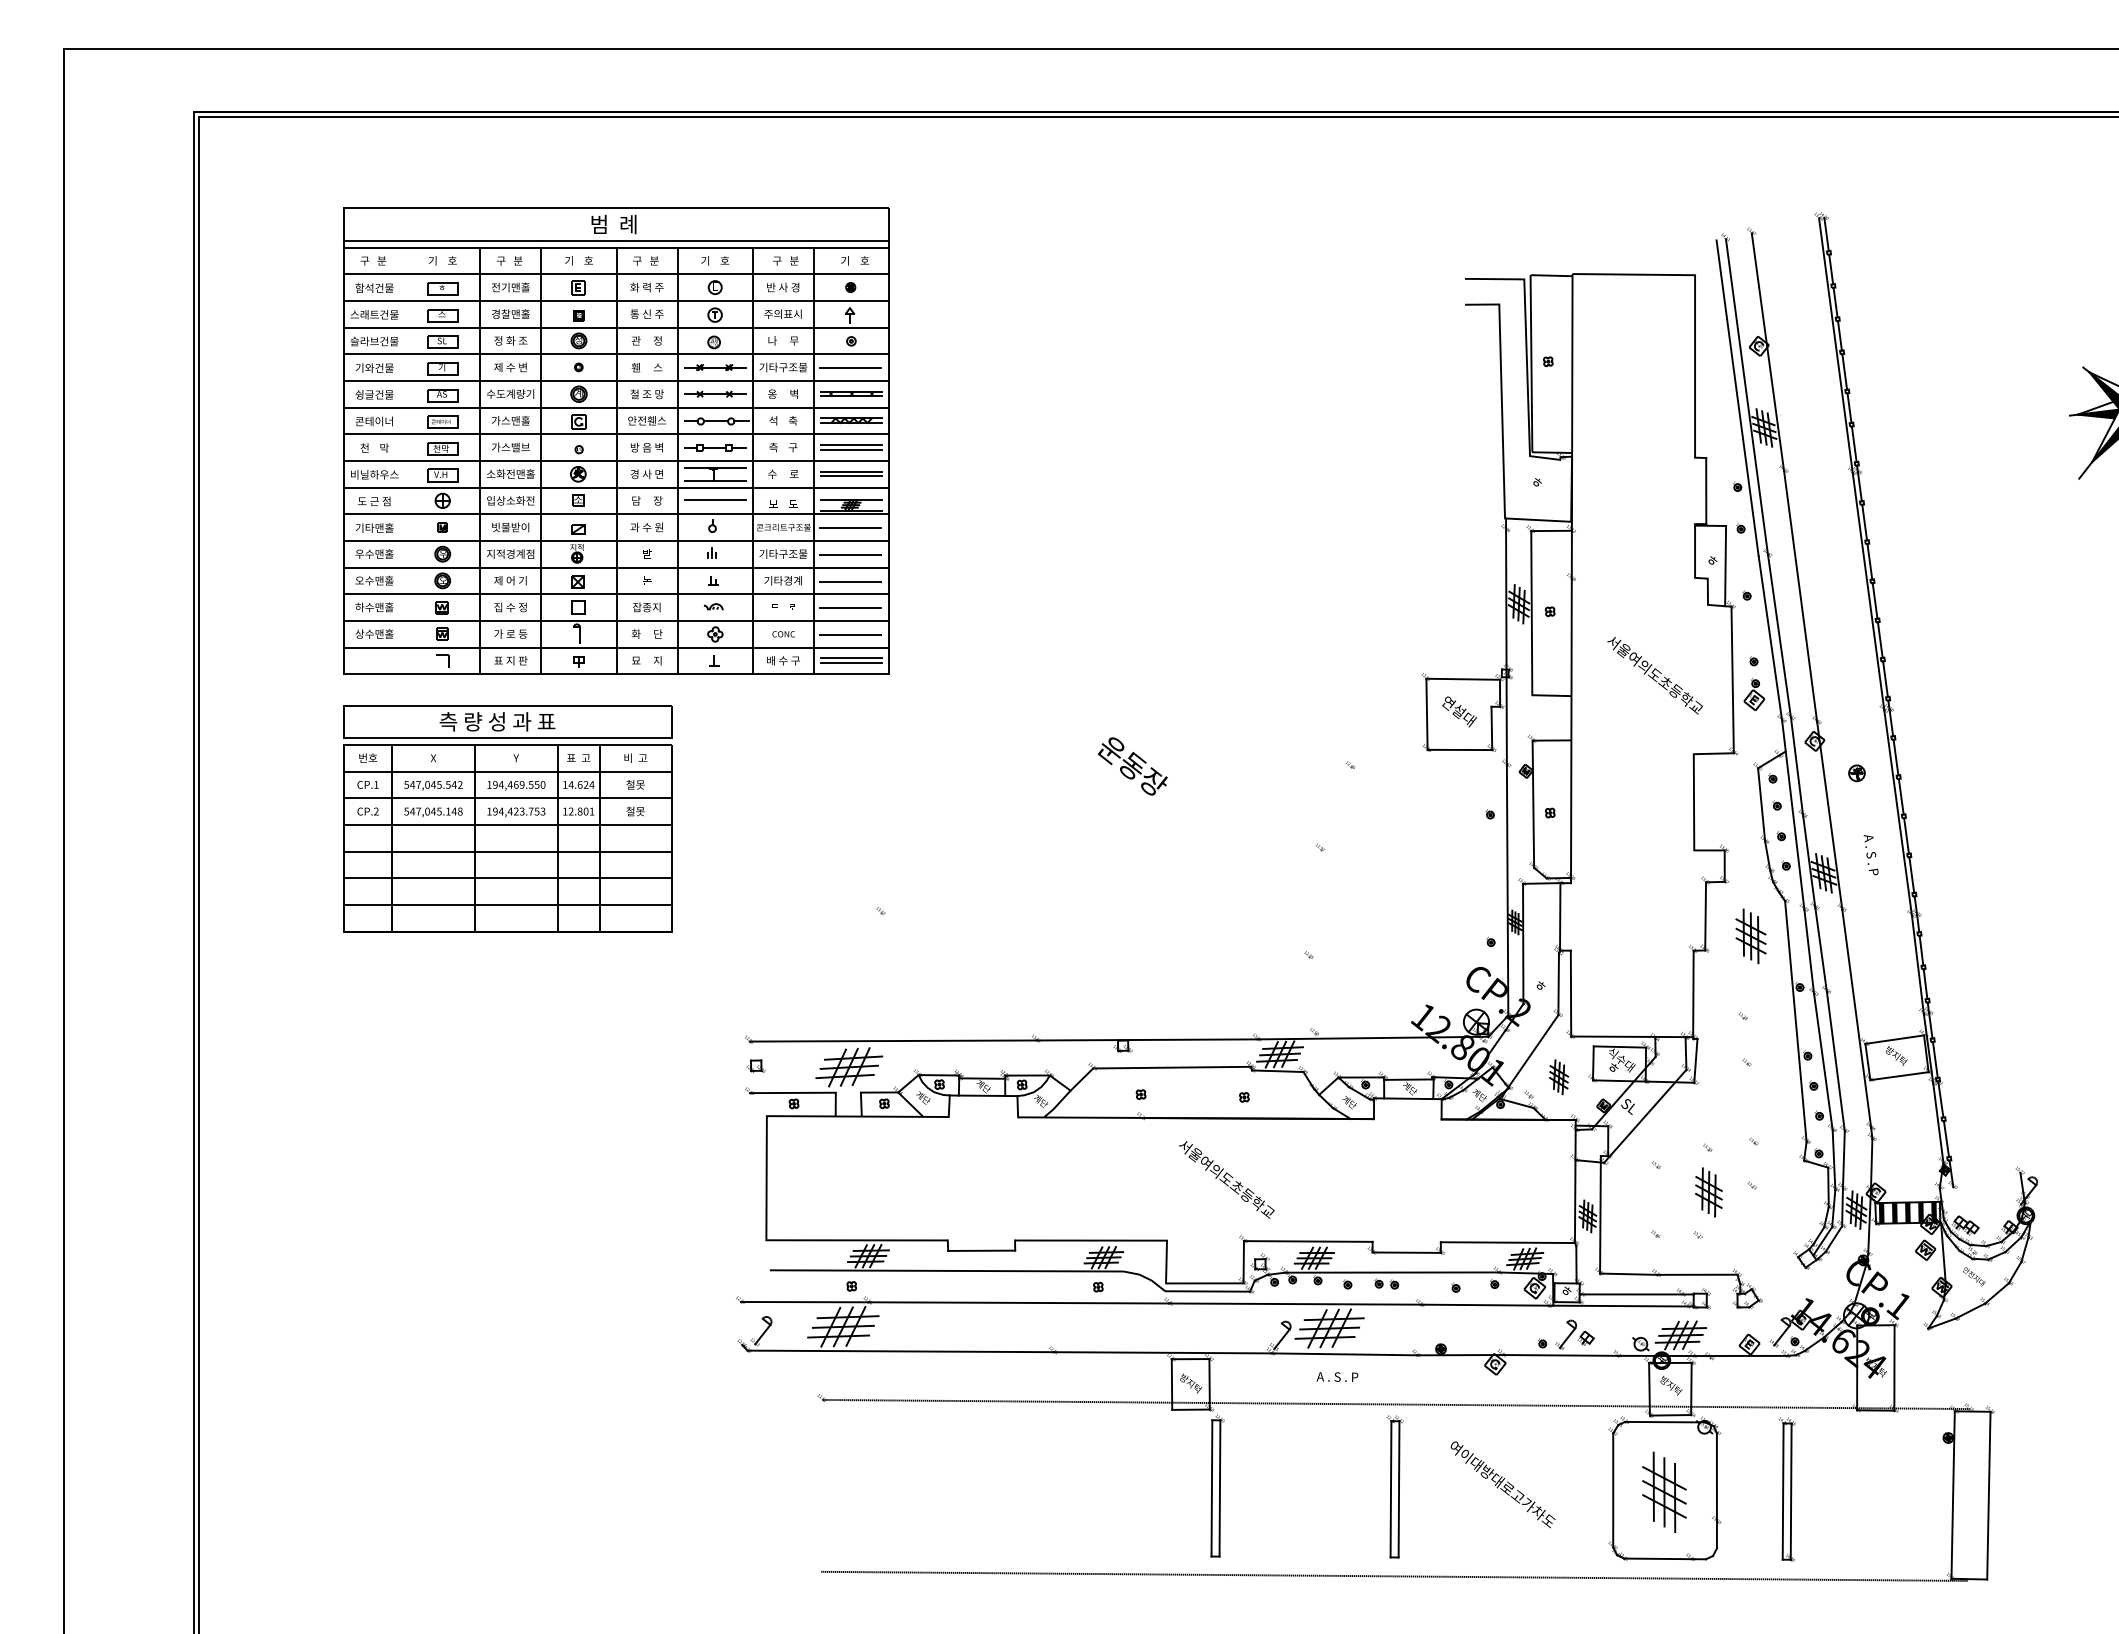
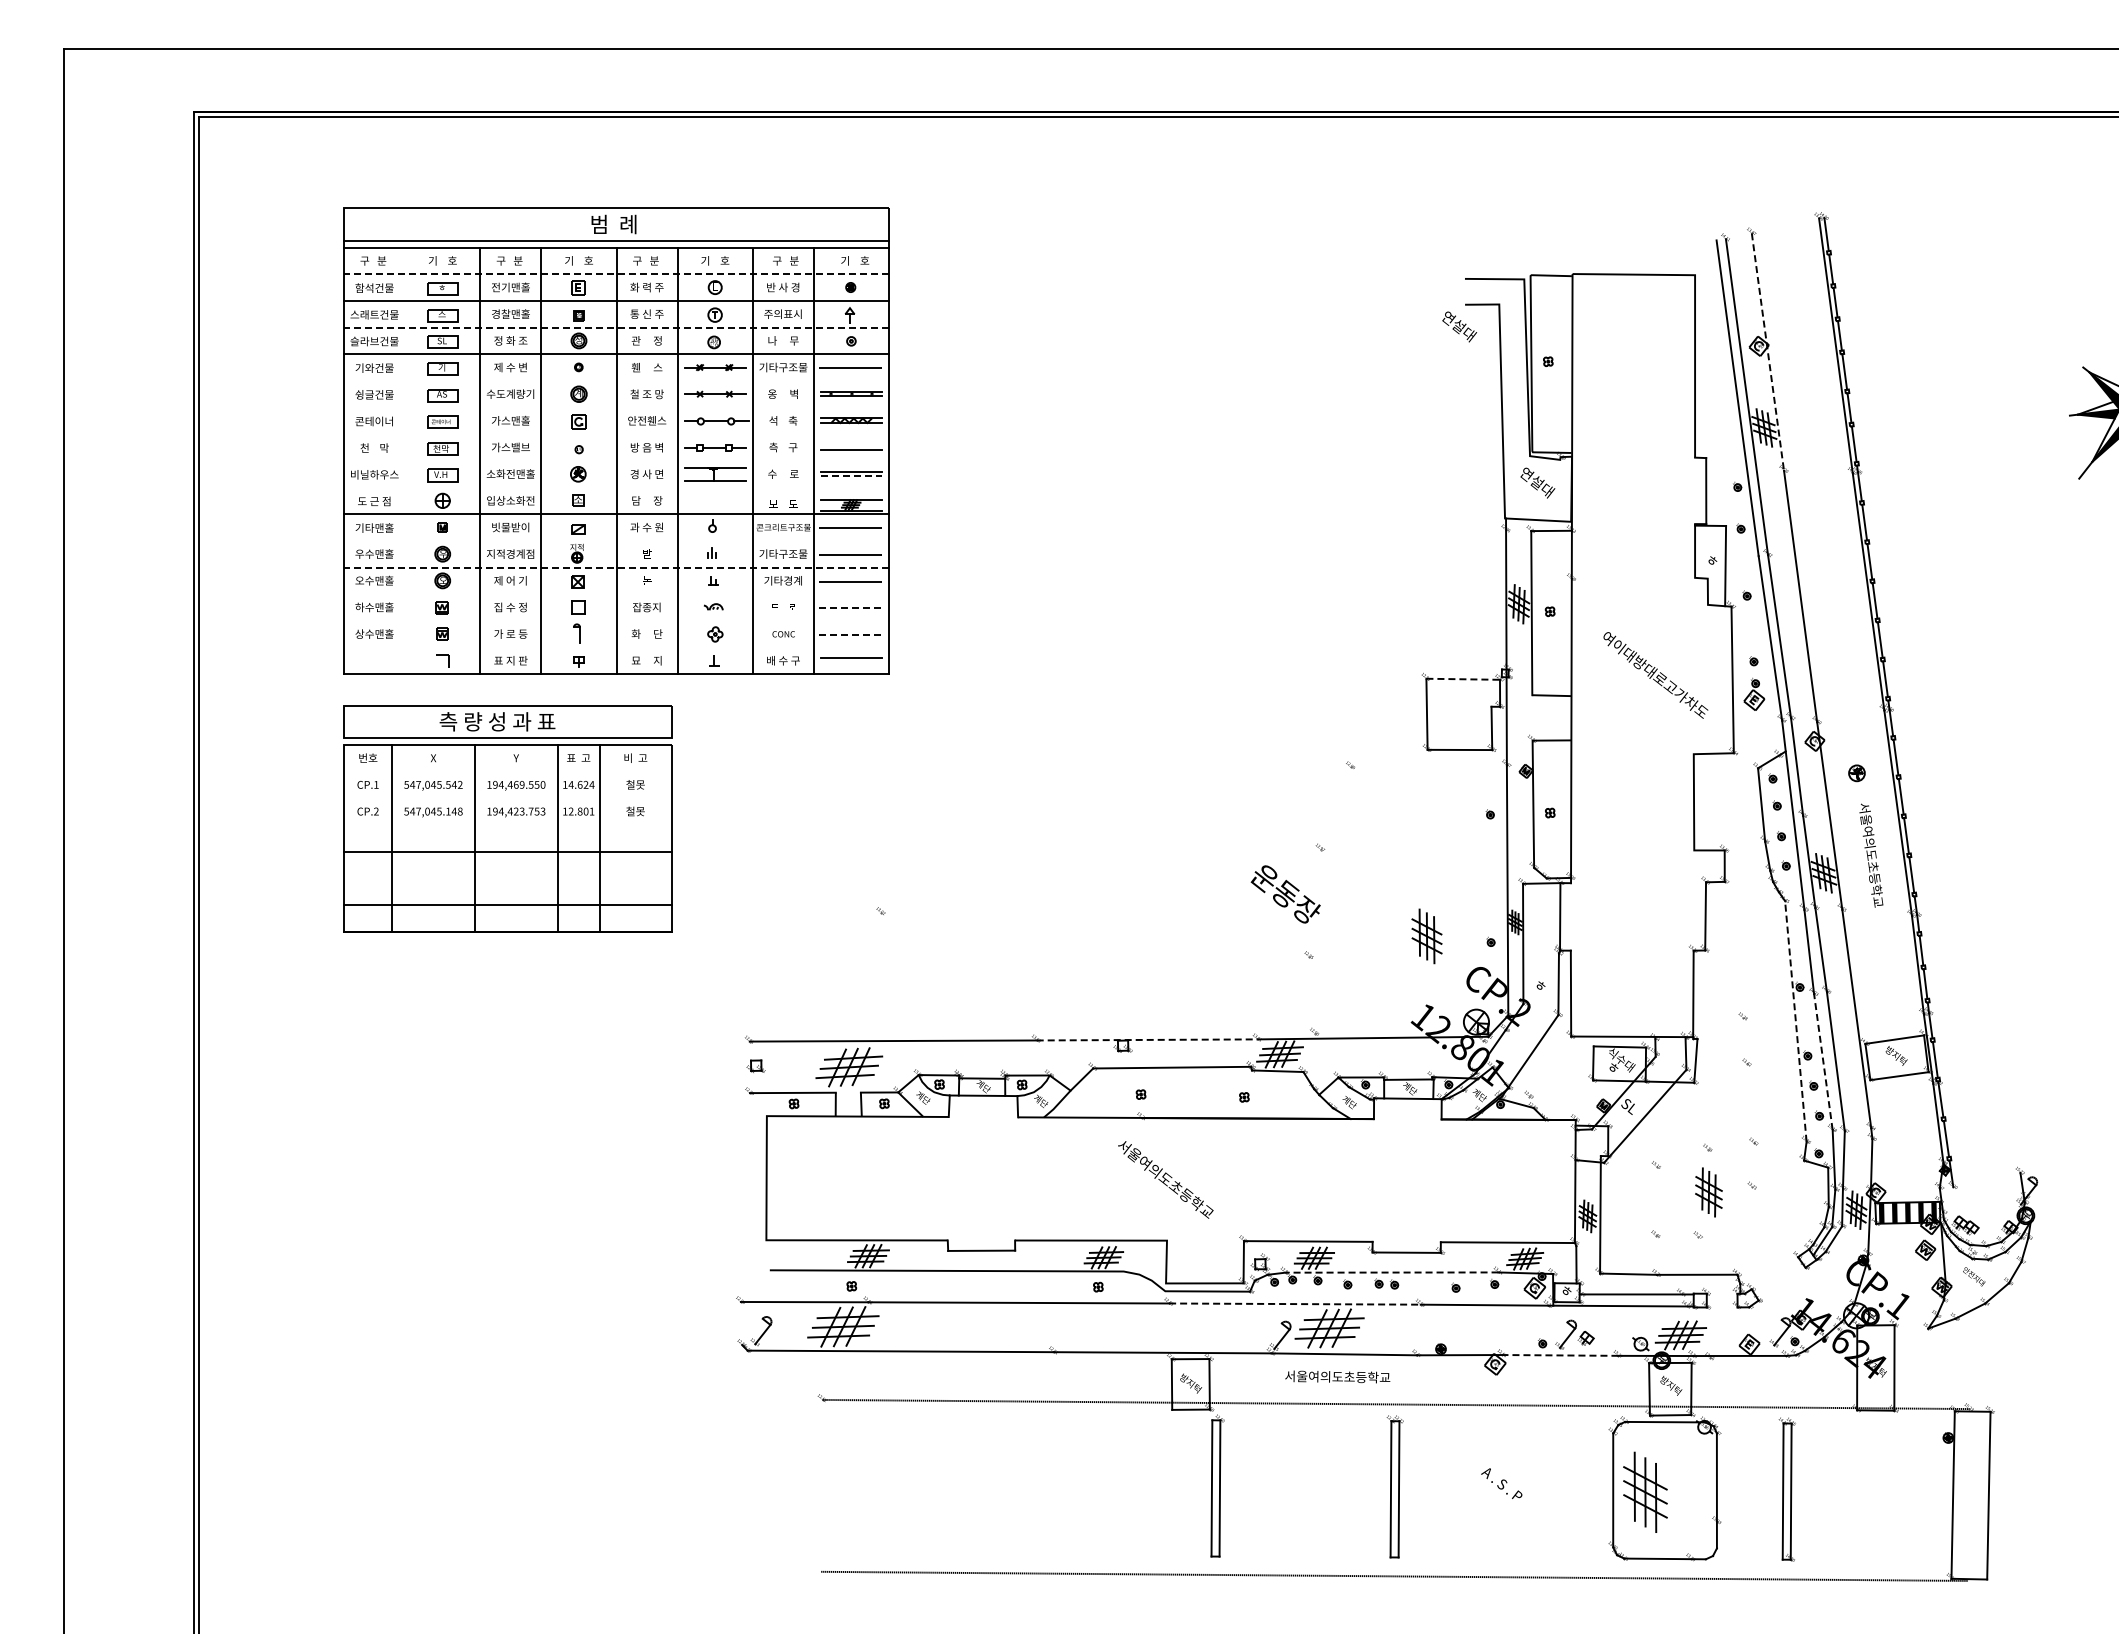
line at (616, 274): solid -> dashed
line at (616, 327): solid -> dashed
line at (1767, 352): solid -> dashed
line at (616, 380): present -> none
line at (616, 407): present -> none
line at (616, 434): present -> none
line at (851, 445): present -> none
line at (616, 460): present -> none
line at (852, 476): solid -> dashed
text at (1537, 482): ㅎ -> 연설대
line at (616, 487): present -> none
line at (715, 500): present -> none
line at (616, 540): present -> none
line at (616, 567): solid -> dashed
line at (616, 594): present -> none
line at (850, 608): solid -> dashed
line at (616, 620): present -> none
line at (850, 635): solid -> dashed
line at (616, 647): present -> none
line at (851, 662): present -> none
text at (1655, 675): 서울여의도초등학교 -> 여이대방대로고가차도
line at (1463, 679): solid -> dashed
text at (1459, 711) position: (1459, 711) -> (1459, 326)
text at (1132, 766) position: (1132, 766) -> (1285, 894)
line at (507, 771): present -> none
line at (507, 798): present -> none
line at (507, 824): present -> none
text at (1871, 855): A . S . P -> 서울여의도초등학교
line at (507, 878): present -> none
part at (1750, 936) position: (1750, 936) -> (1426, 936)
line at (1795, 1021): solid -> dashed
line at (1147, 1039): solid -> dashed
line at (1823, 1061): solid -> dashed
part at (1559, 1077): present -> none
text at (1226, 1179) position: (1226, 1179) -> (1165, 1179)
line at (1392, 1272): solid -> dashed
line at (1294, 1304): solid -> dashed
line at (1559, 1355): solid -> dashed
text at (1337, 1376): A . S . P -> 서울여의도초등학교
text at (1502, 1484): 여이대방대로고가차도 -> A . S . P
part at (1664, 1491) position: (1664, 1491) -> (1645, 1491)
